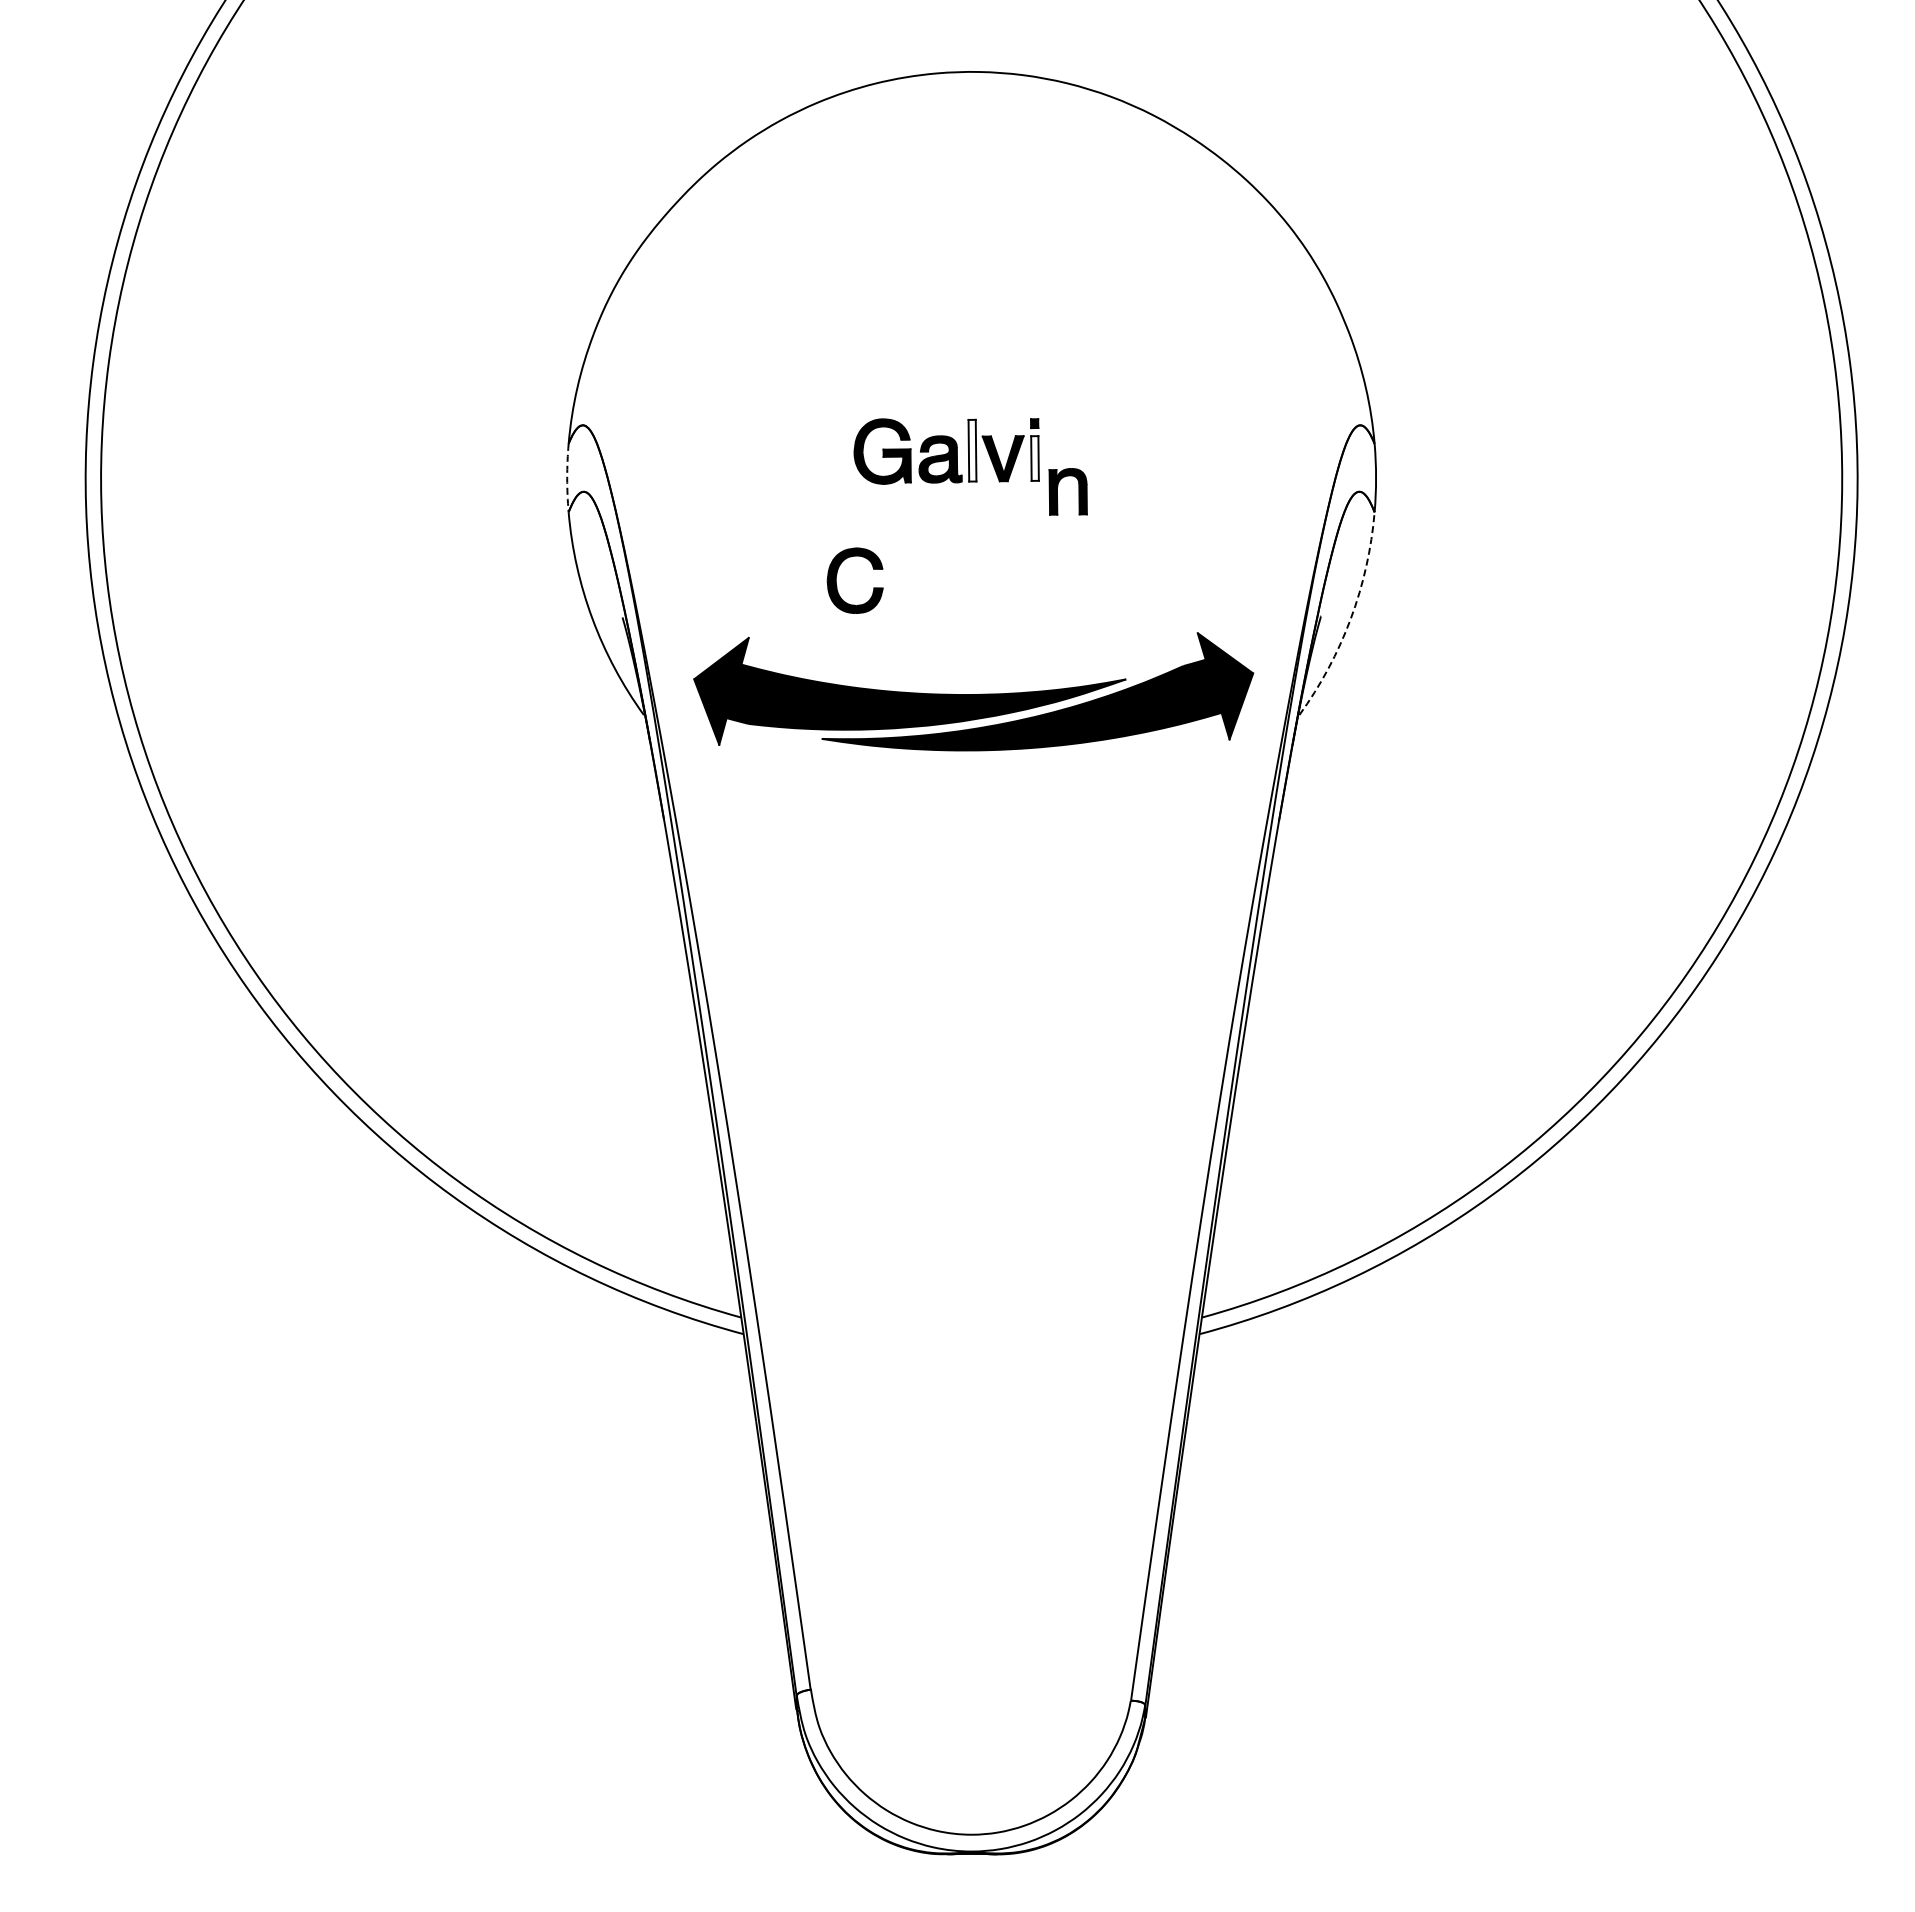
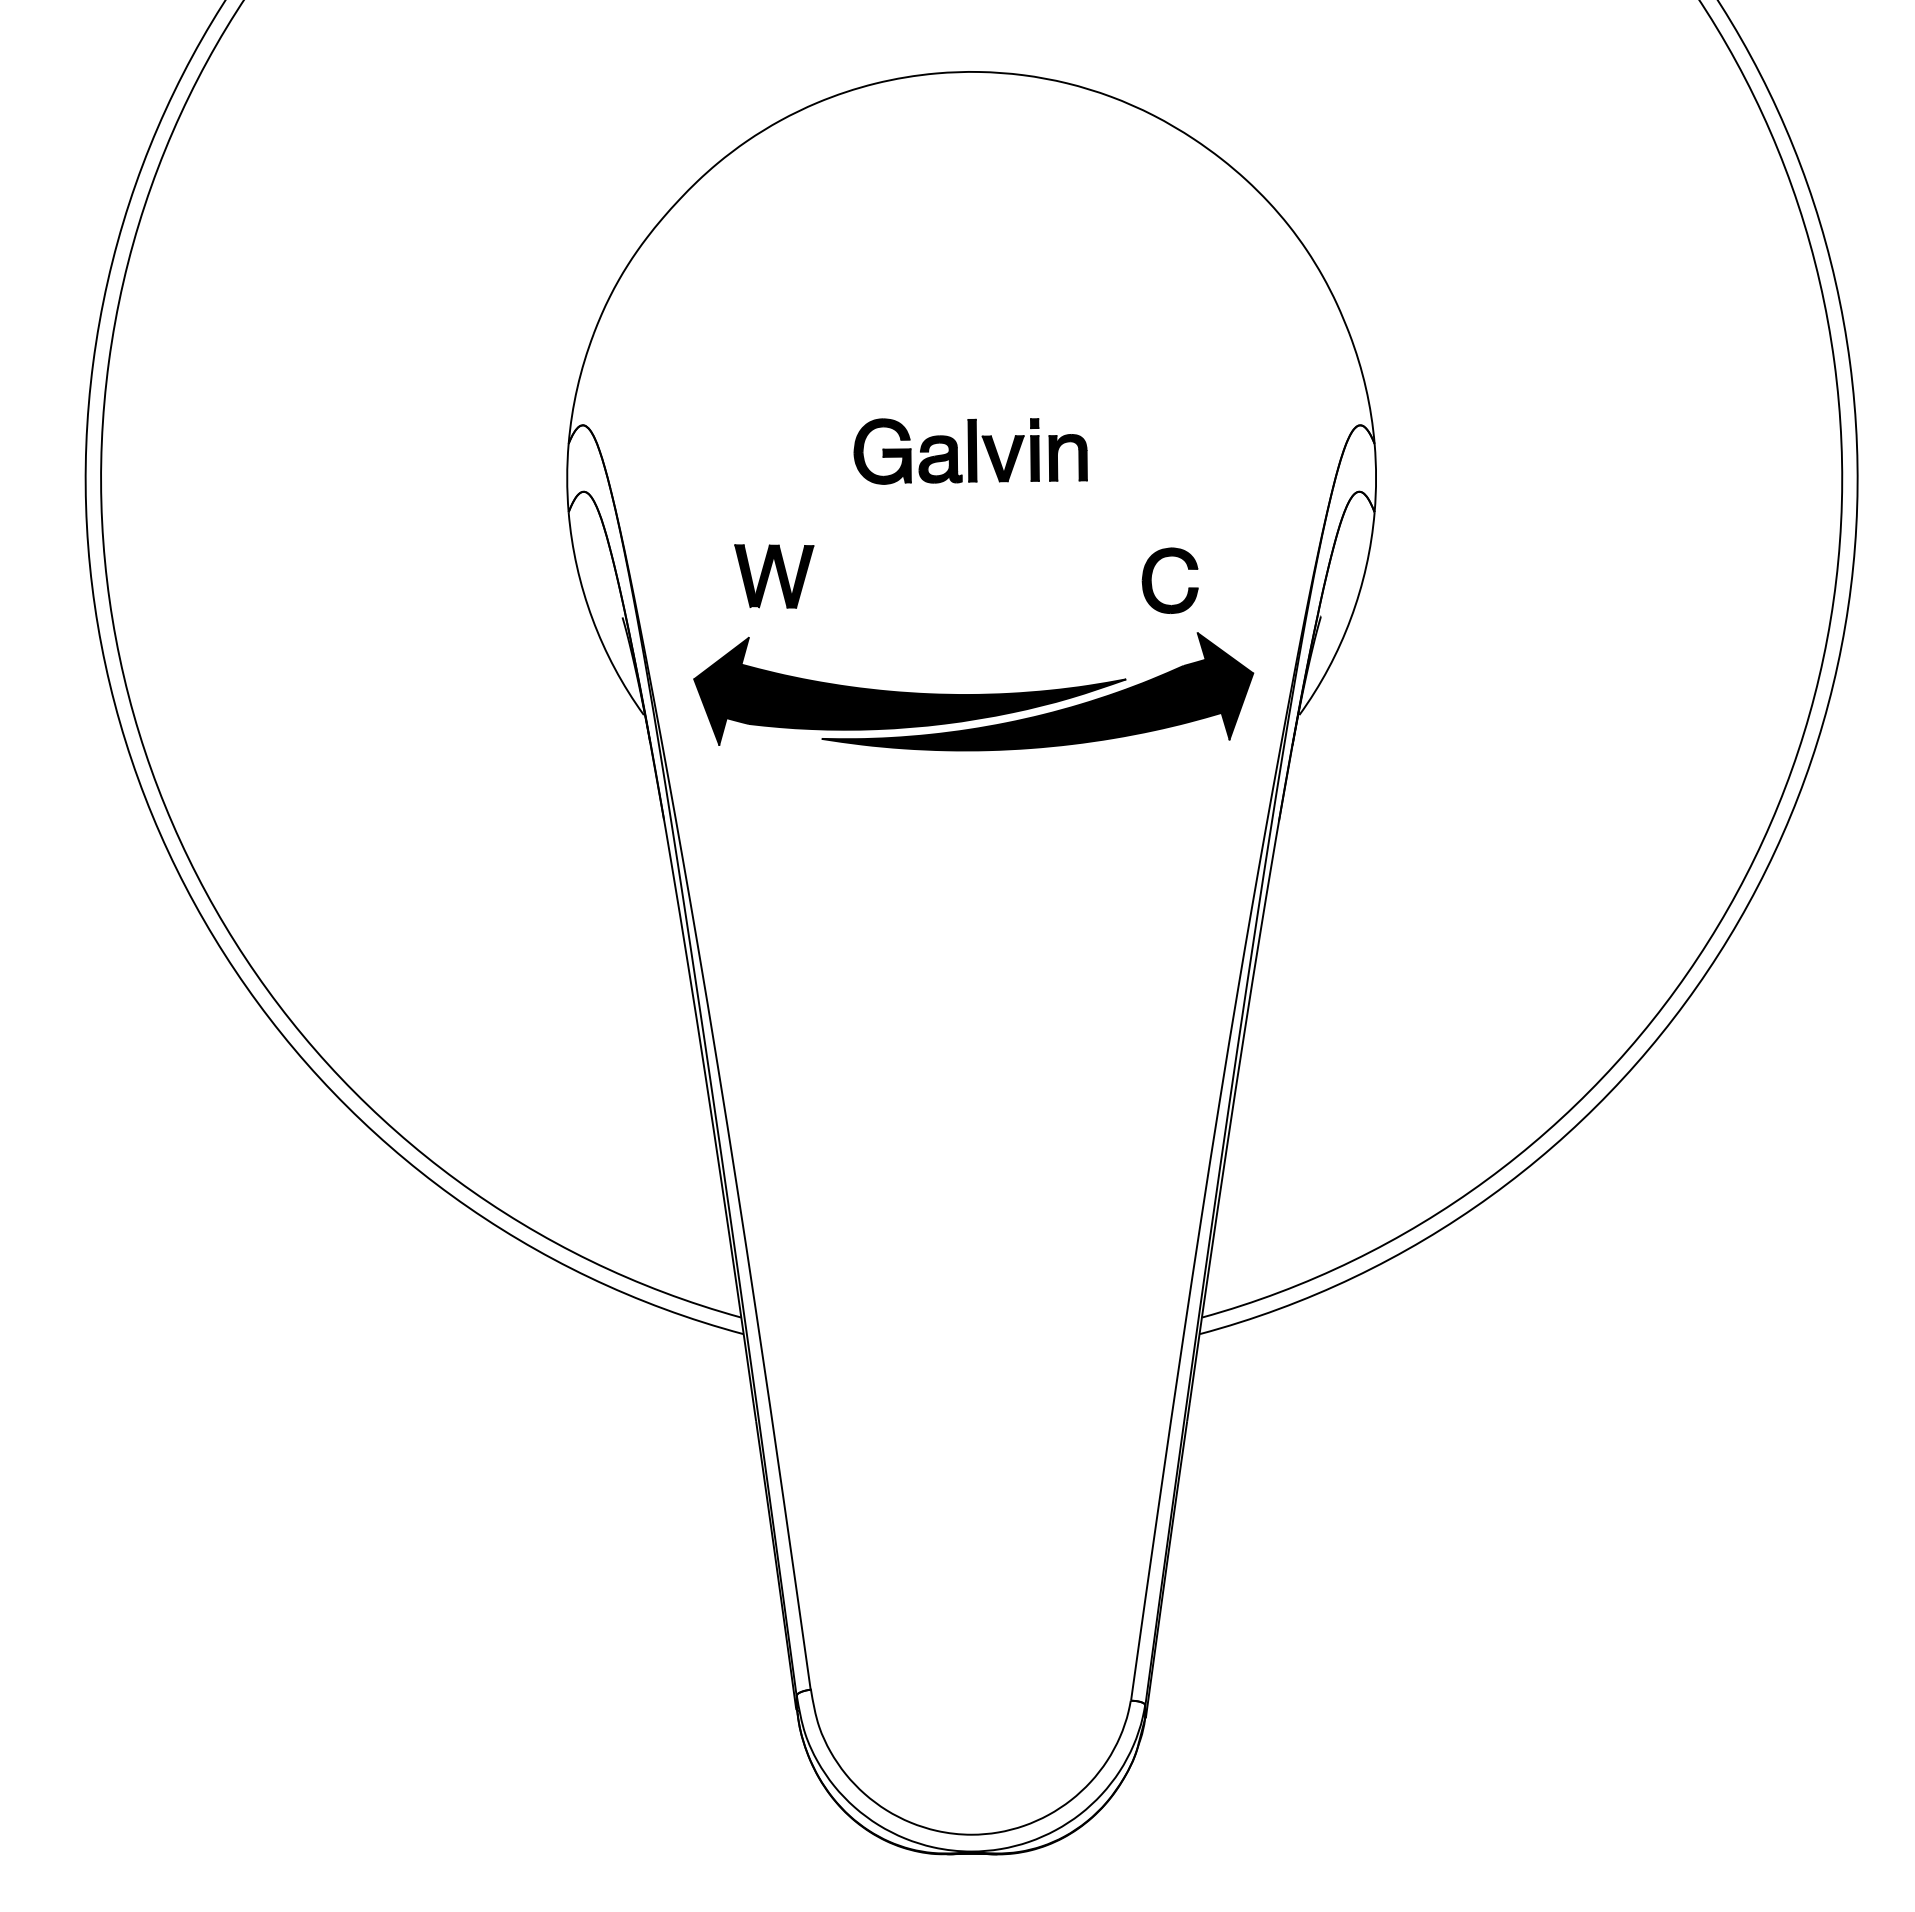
fill at (972, 450): none -> present
fill at (1034, 458): none -> present
arc at (567, 478): dashed -> solid
part at (1057, 491) position: (1057, 491) -> (1057, 457)
part at (774, 576): none -> present
part at (836, 580) position: (836, 580) -> (1151, 580)
arc at (1350, 618): dashed -> solid
